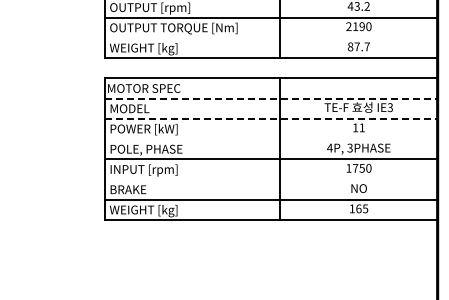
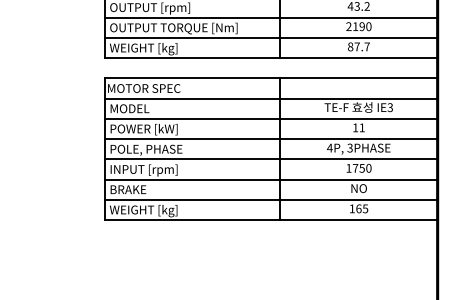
line at (270, 37): none -> present
line at (271, 98): dashed -> solid
line at (271, 118): dashed -> solid
line at (270, 139): none -> present
line at (270, 179): none -> present
